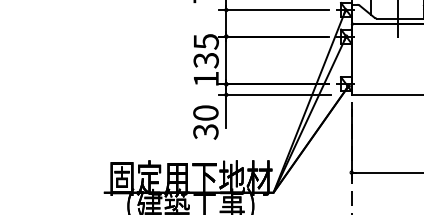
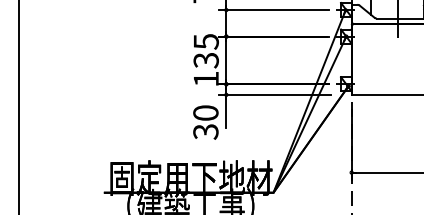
line at (19, 106): none -> present
